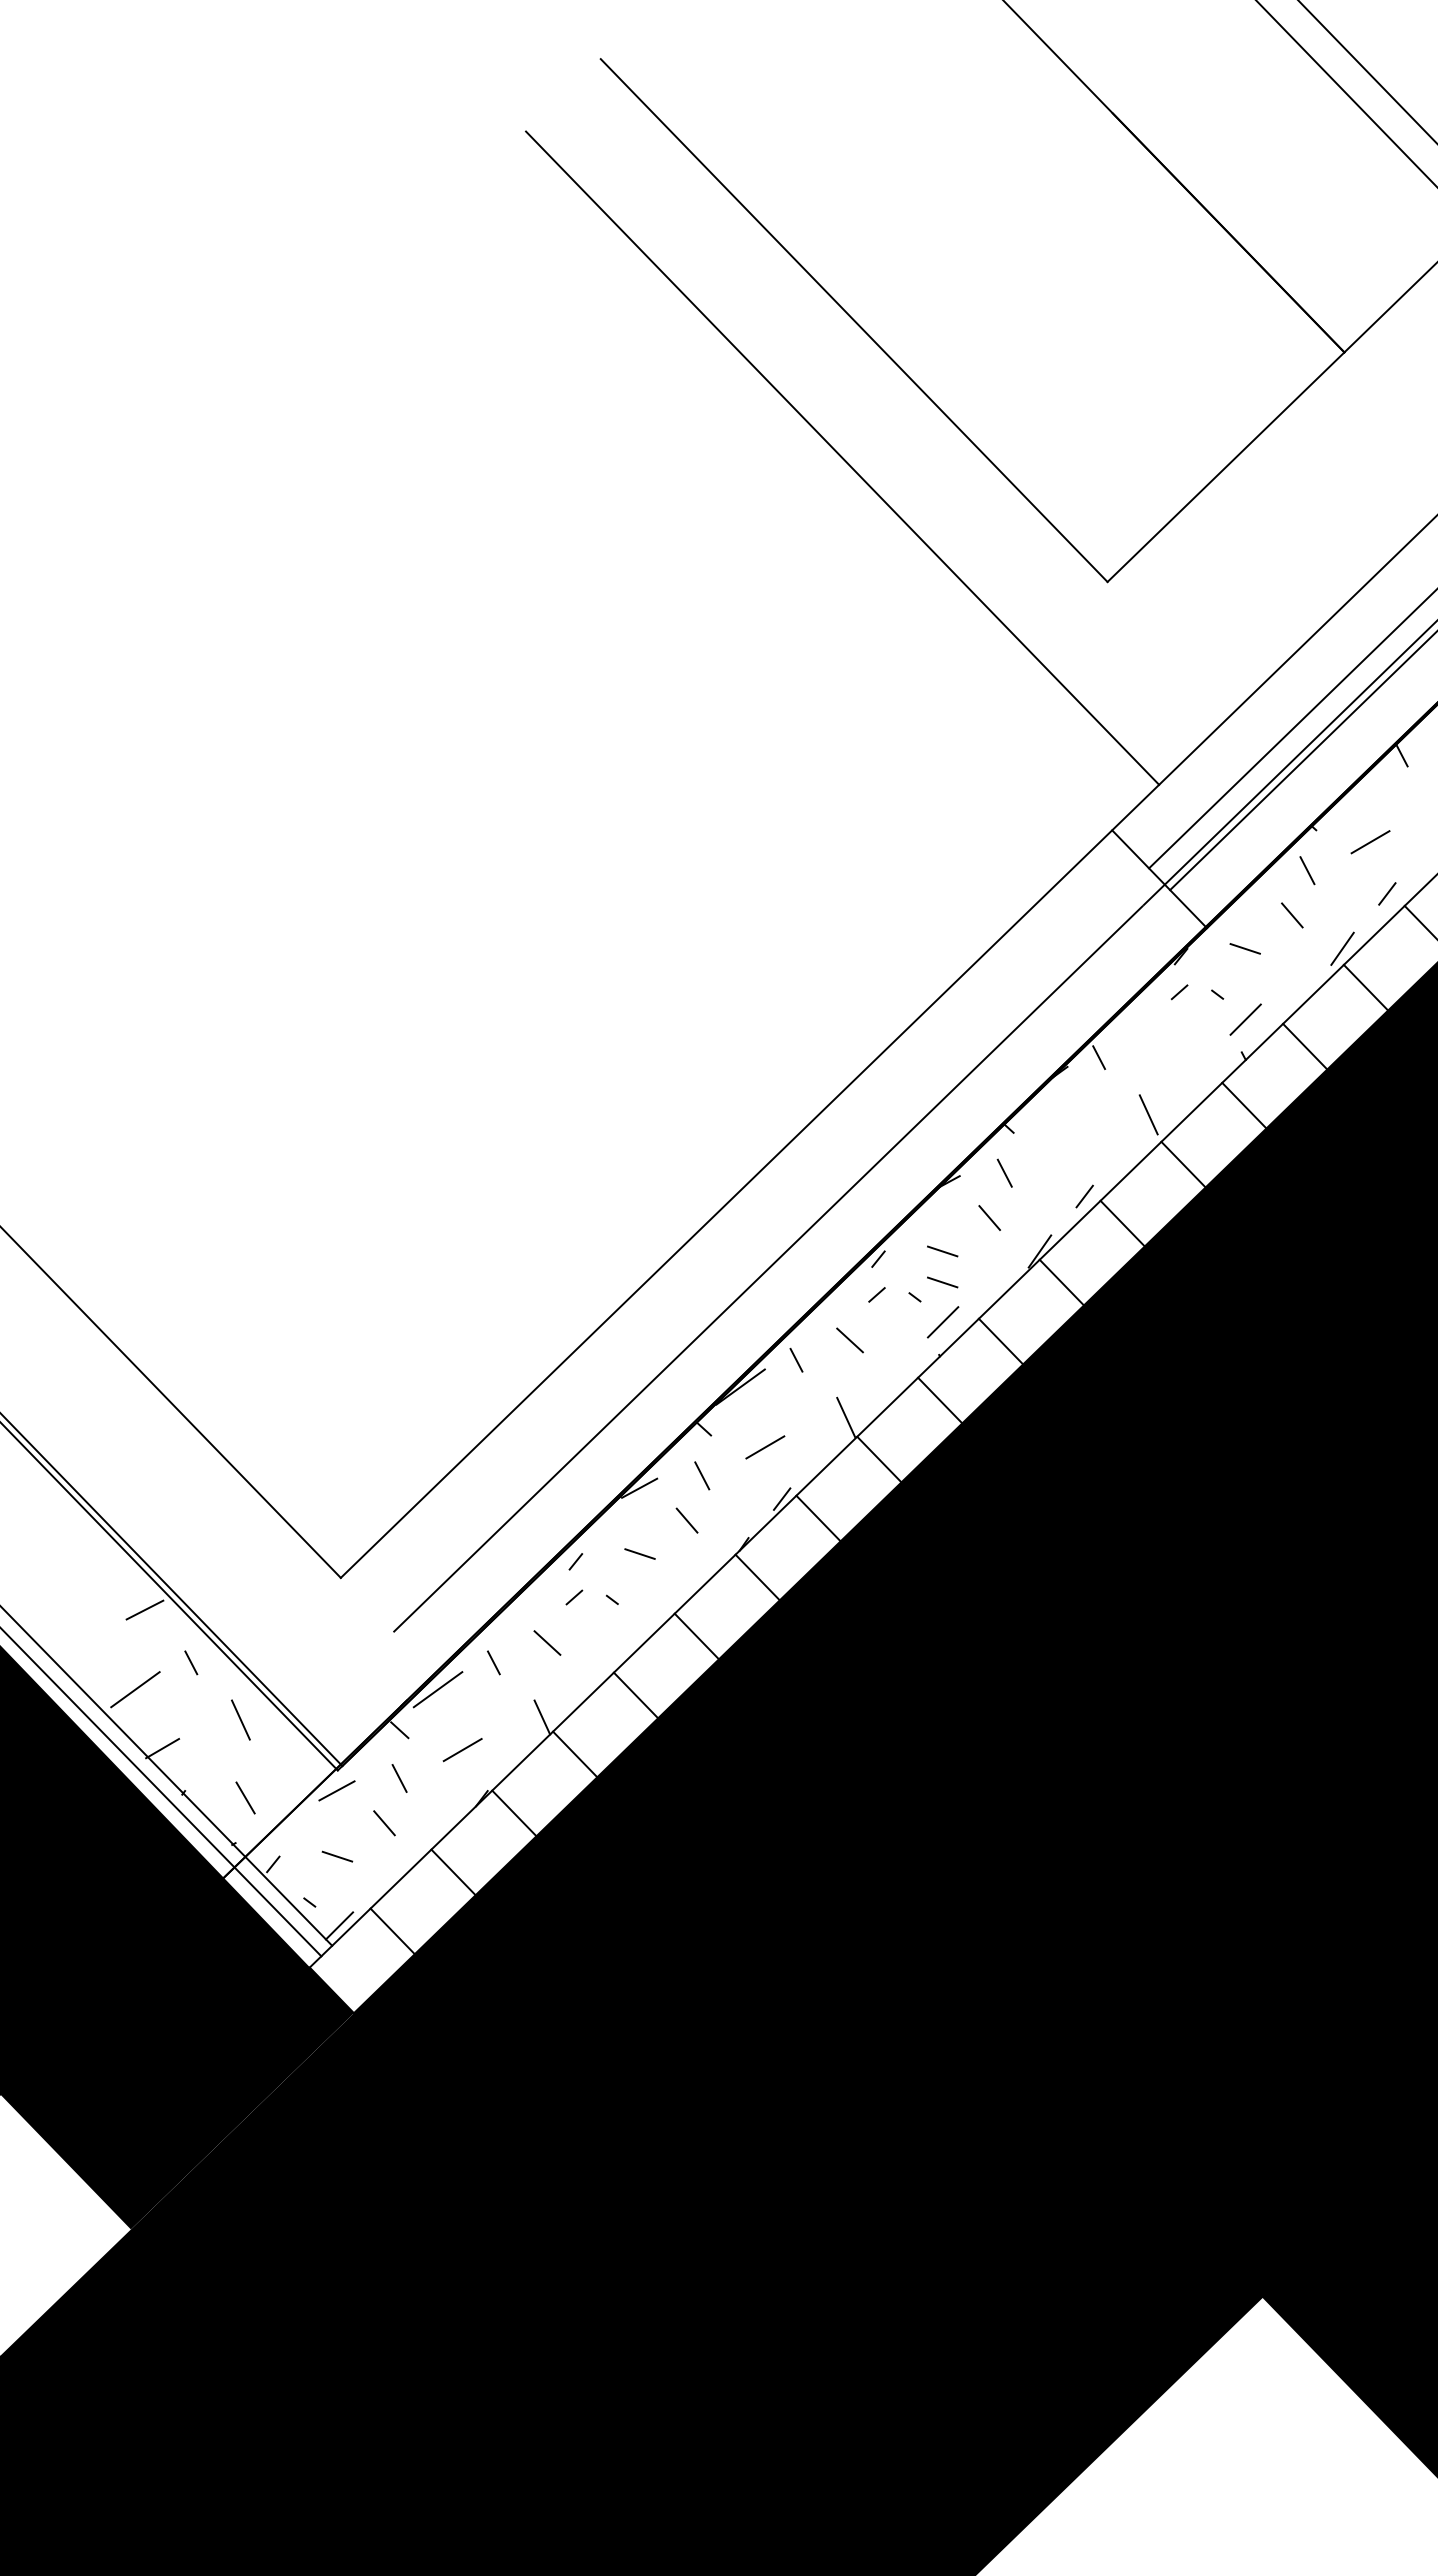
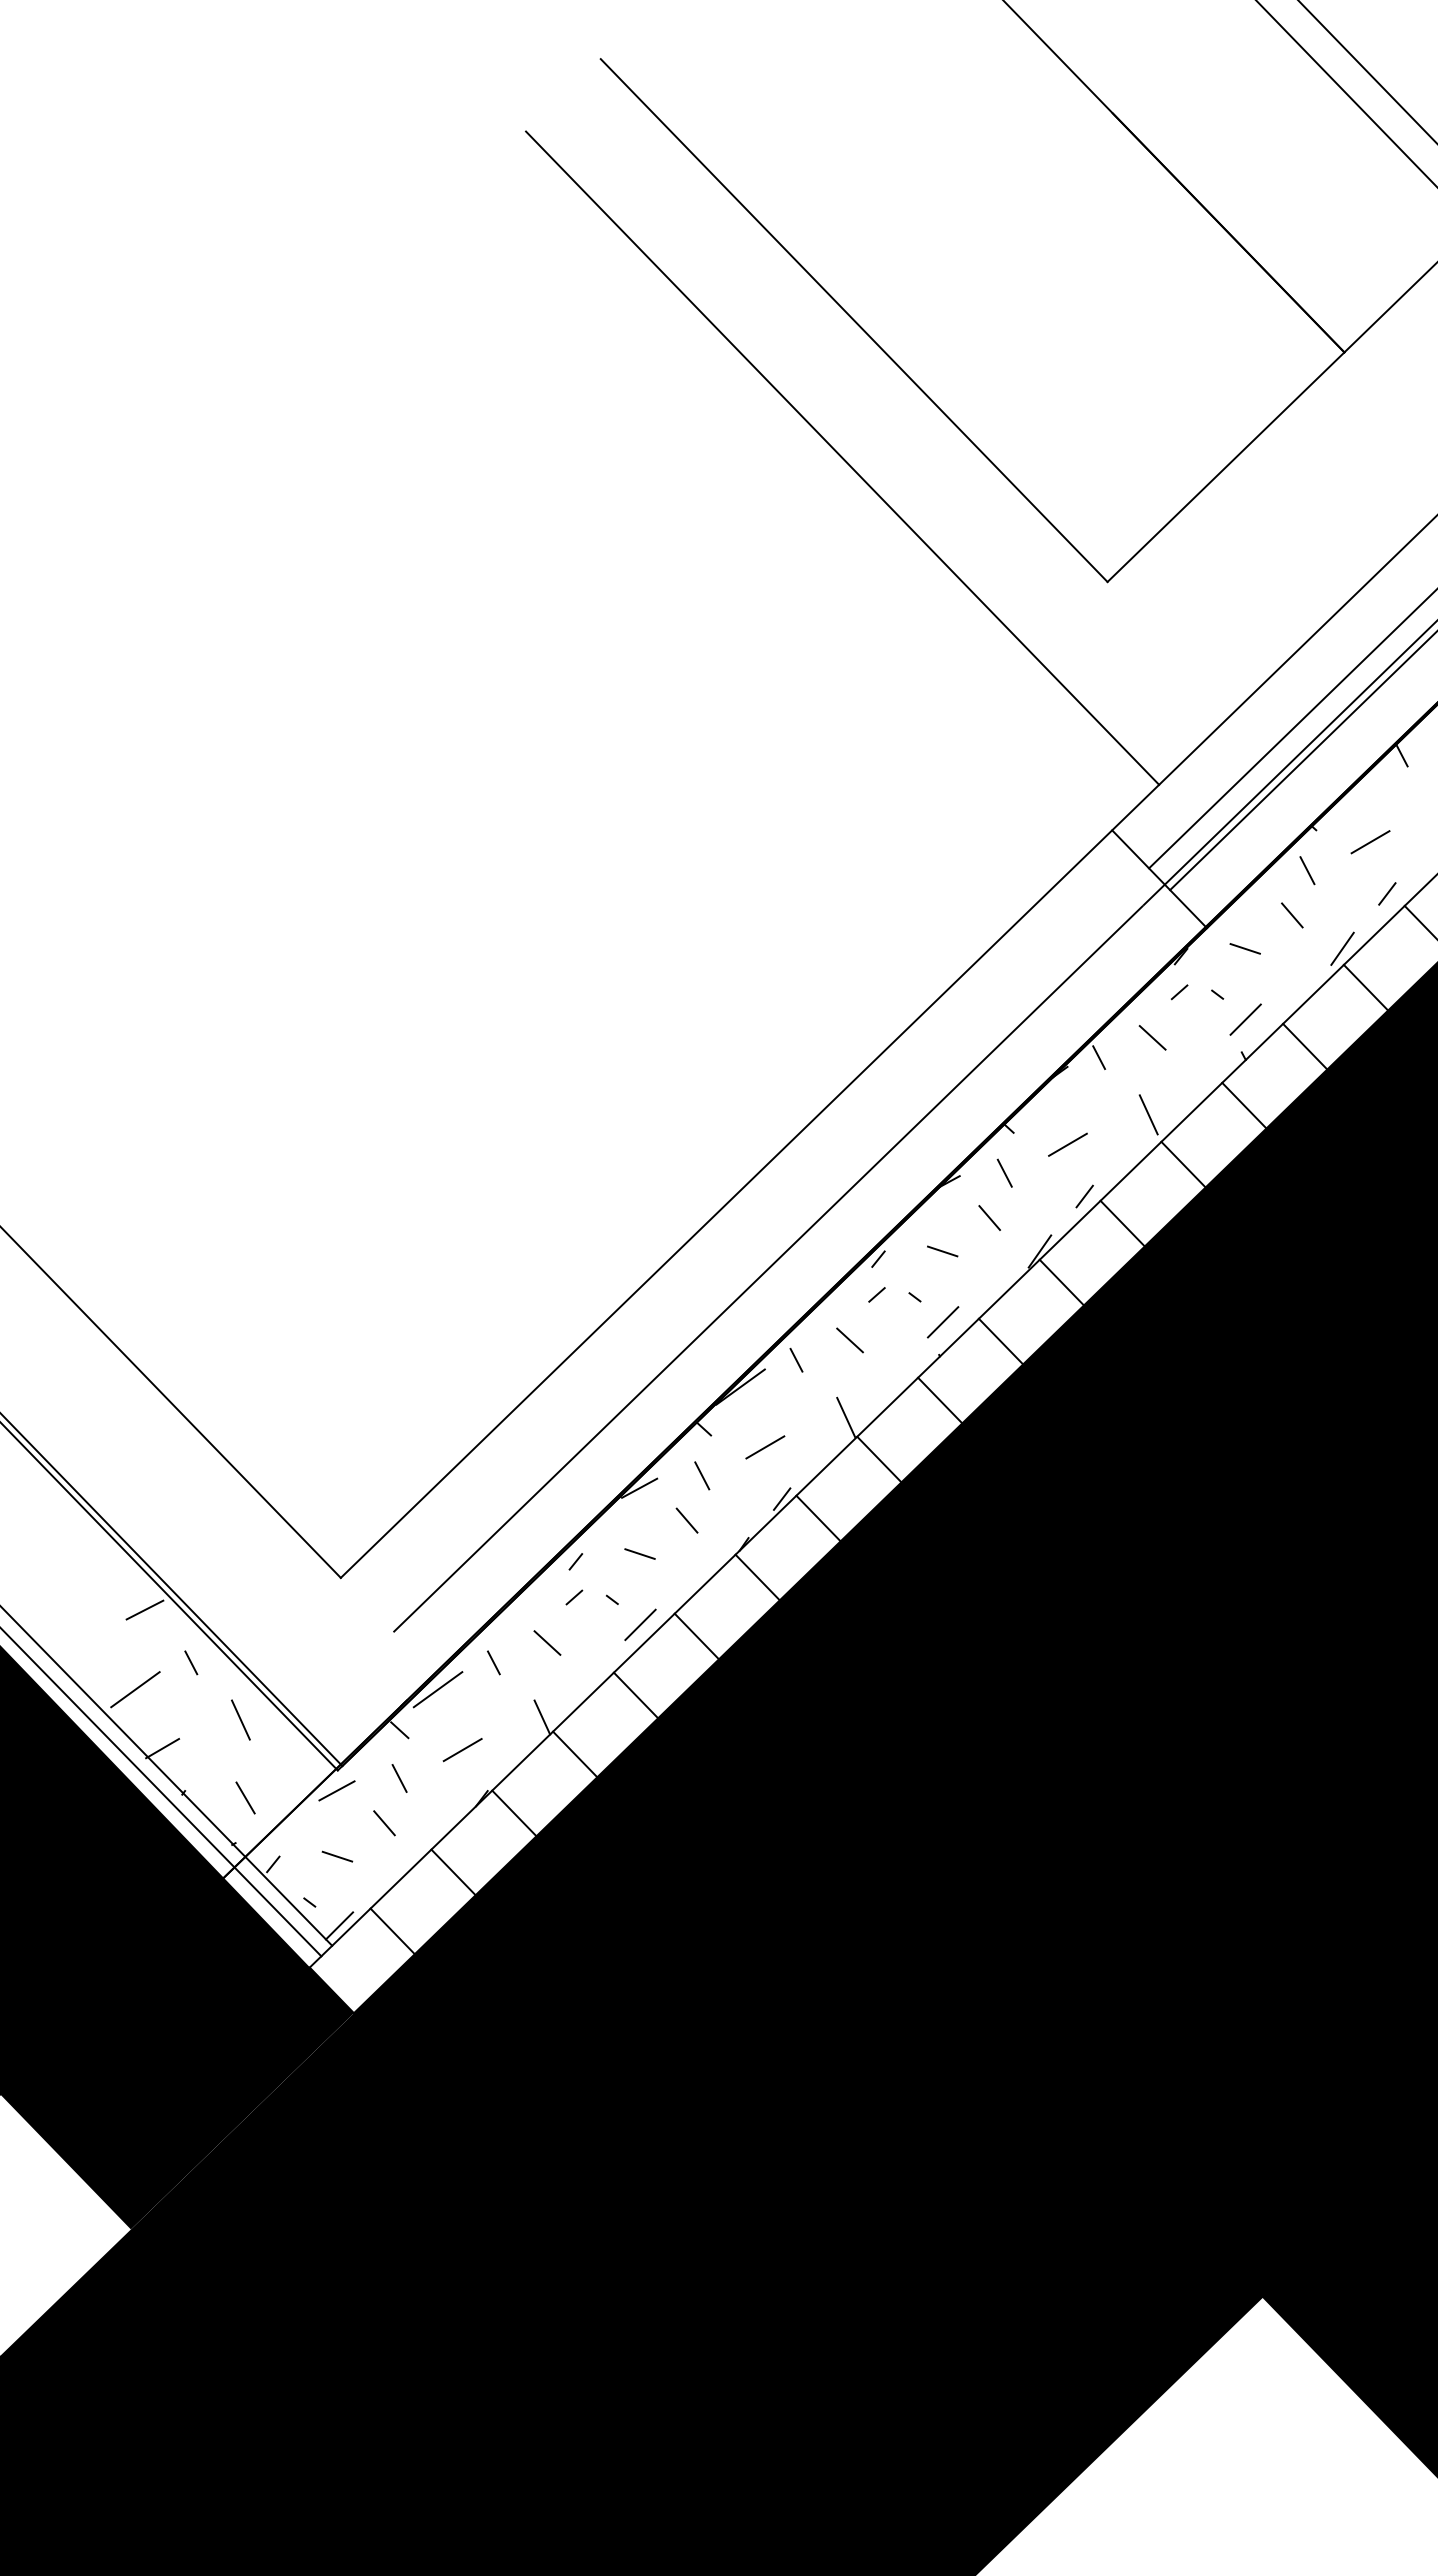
line at (1152, 1037): none -> present
line at (1067, 1144): none -> present
line at (942, 1282): present -> none
line at (640, 1624): none -> present
